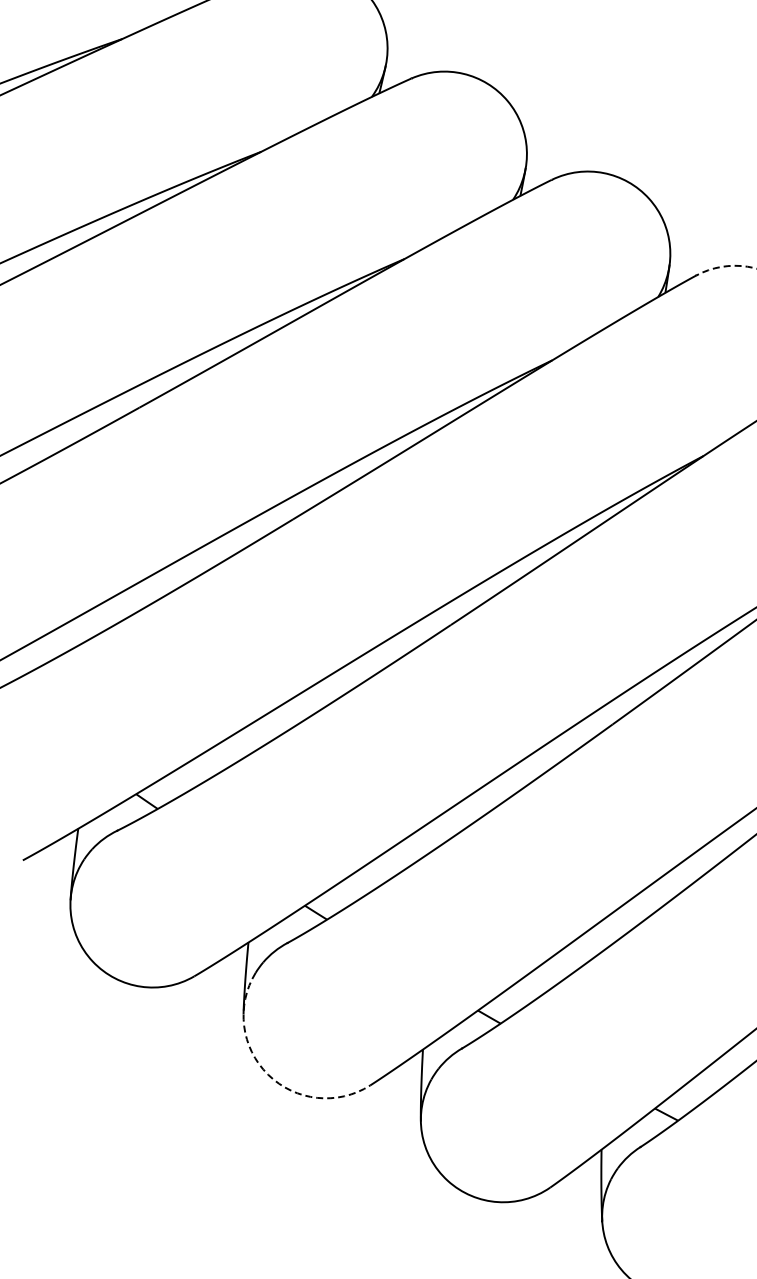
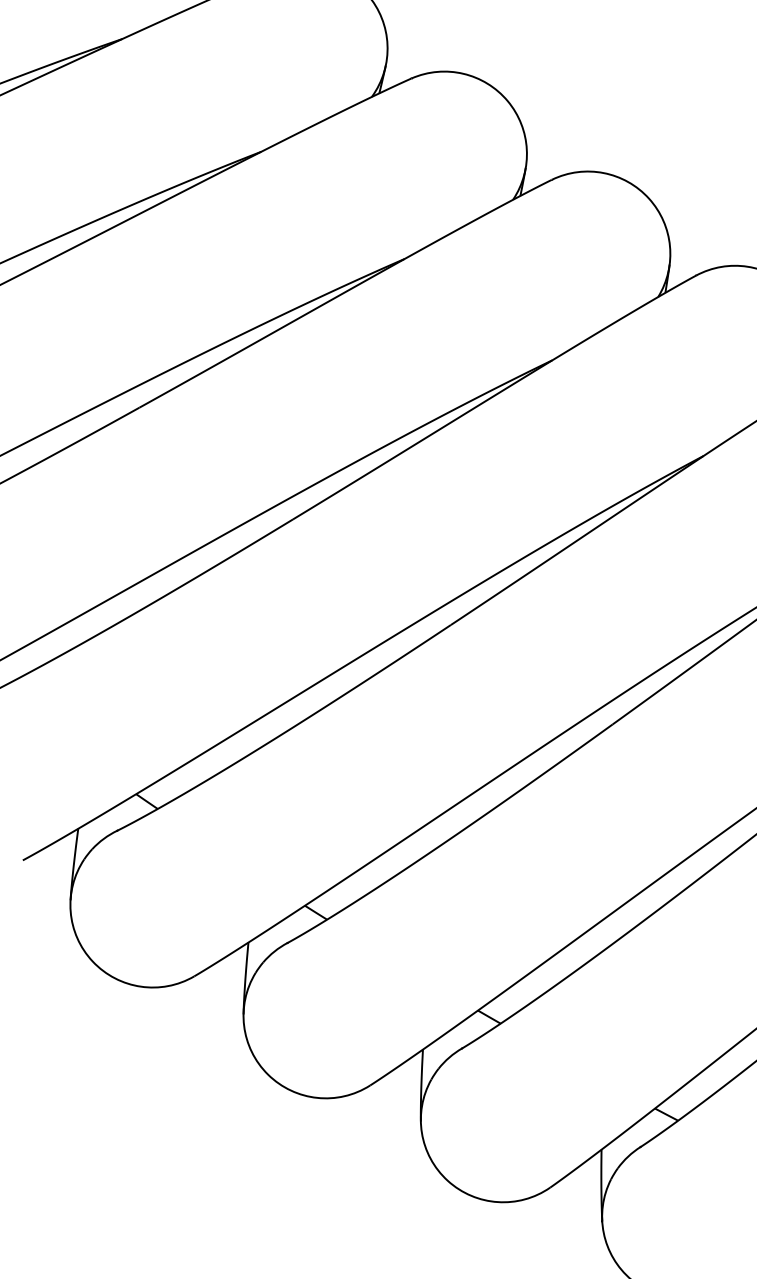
arc at (726, 266): dashed -> solid
arc at (268, 1074): dashed -> solid
